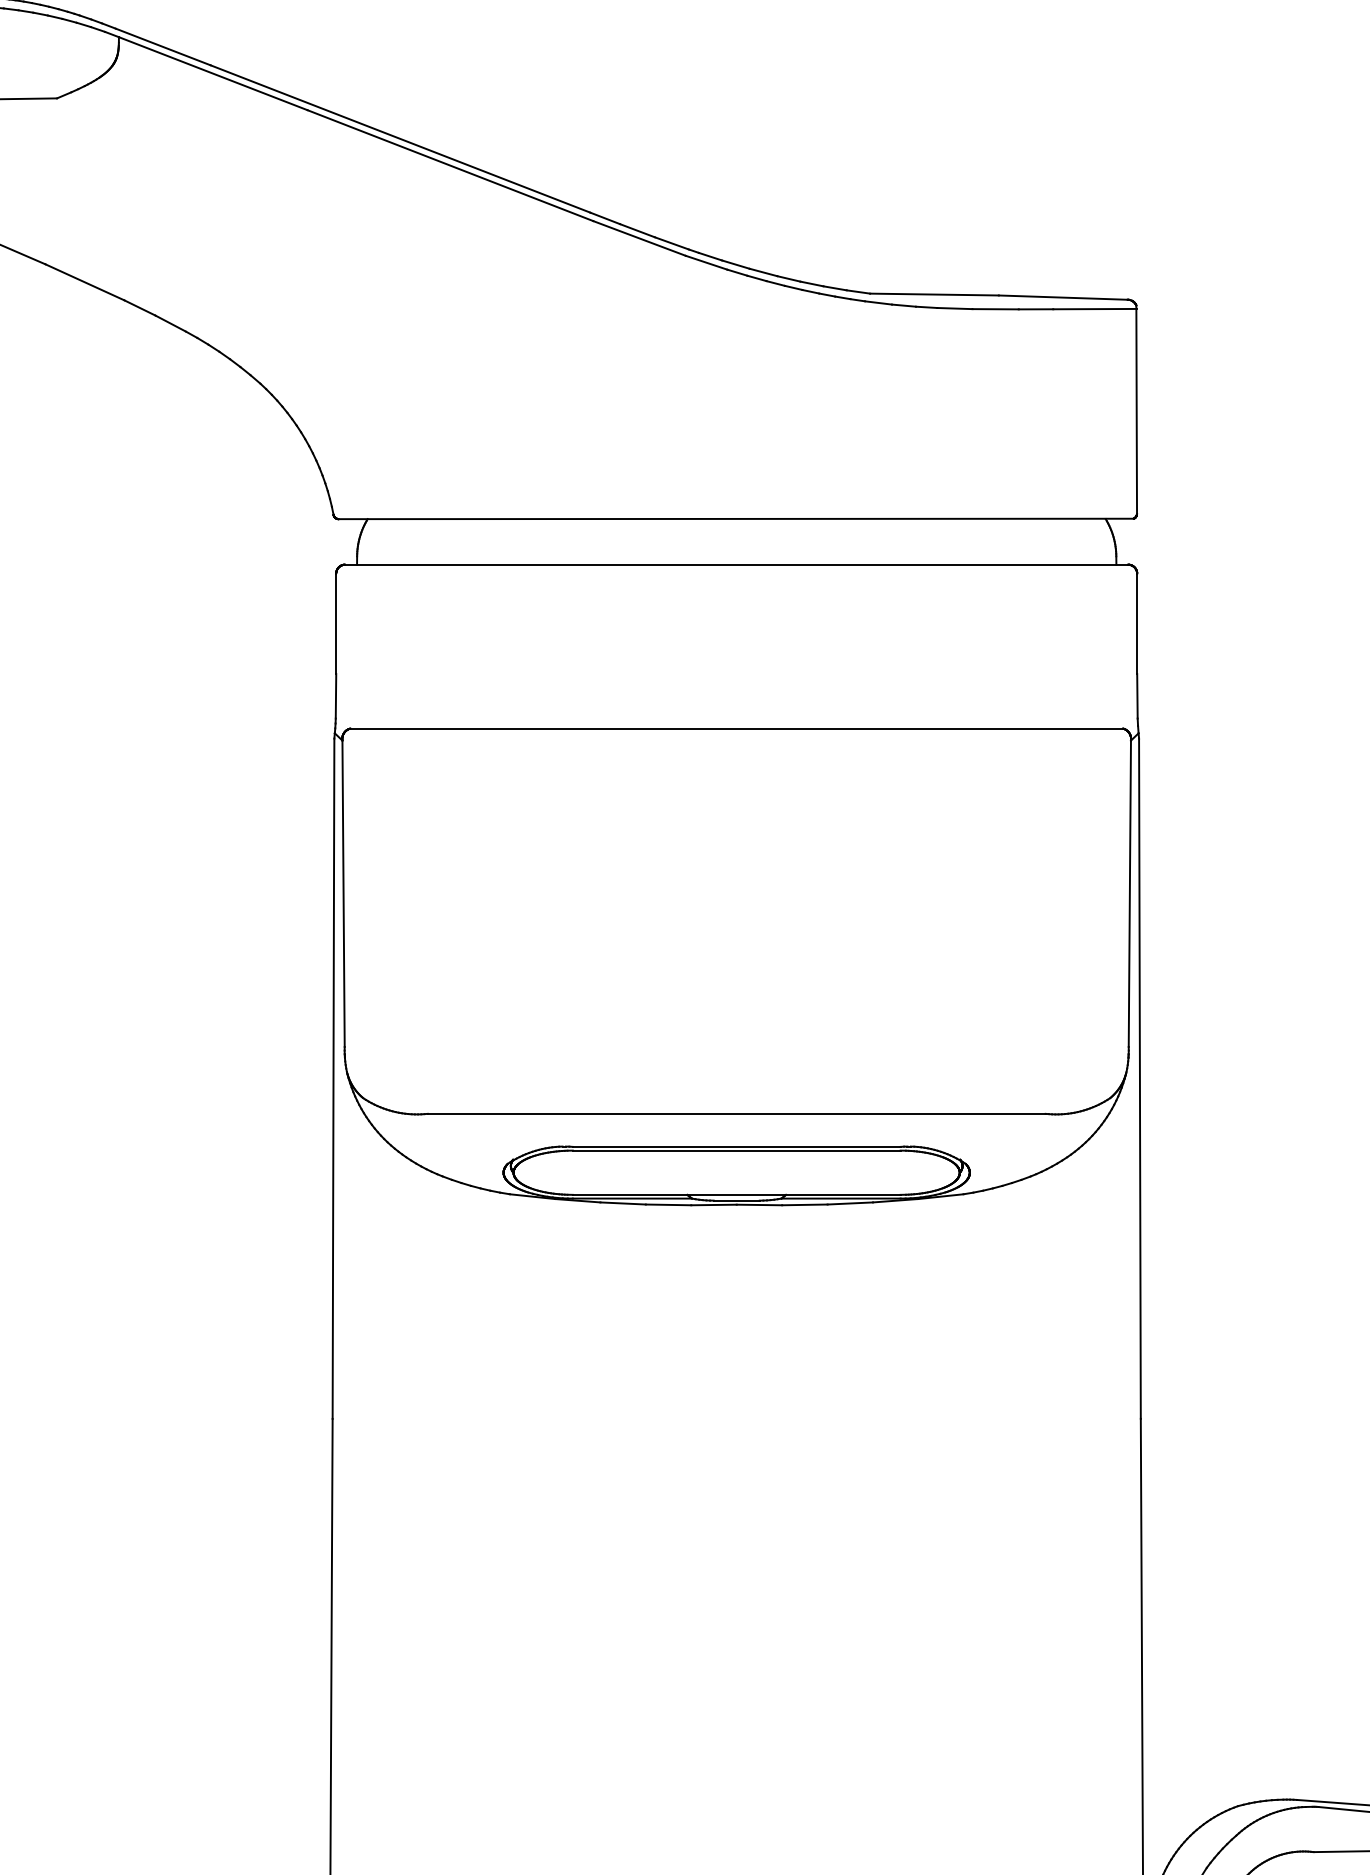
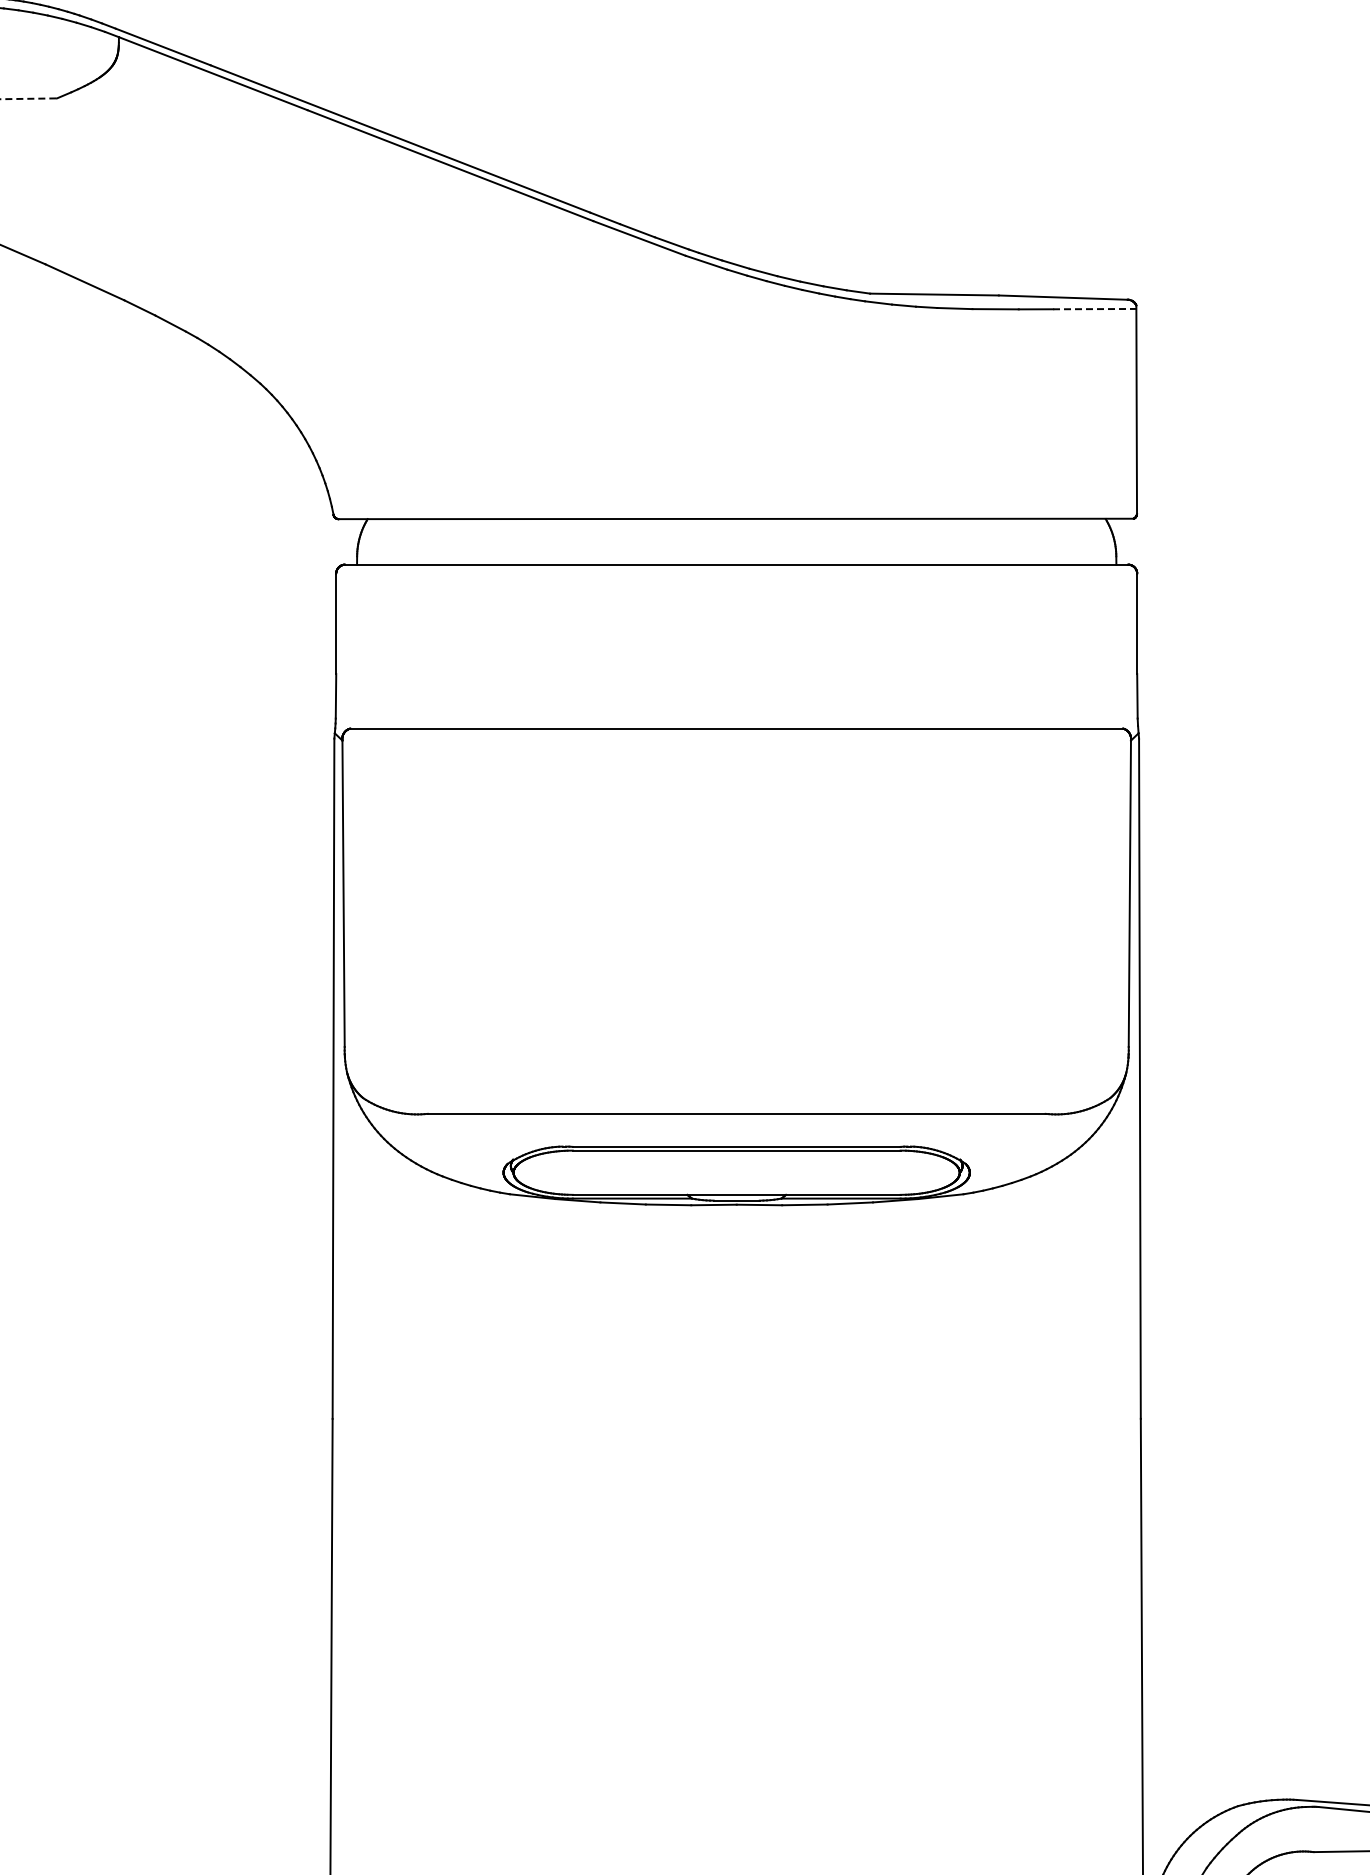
line at (29, 98): solid -> dashed
line at (1095, 309): solid -> dashed
